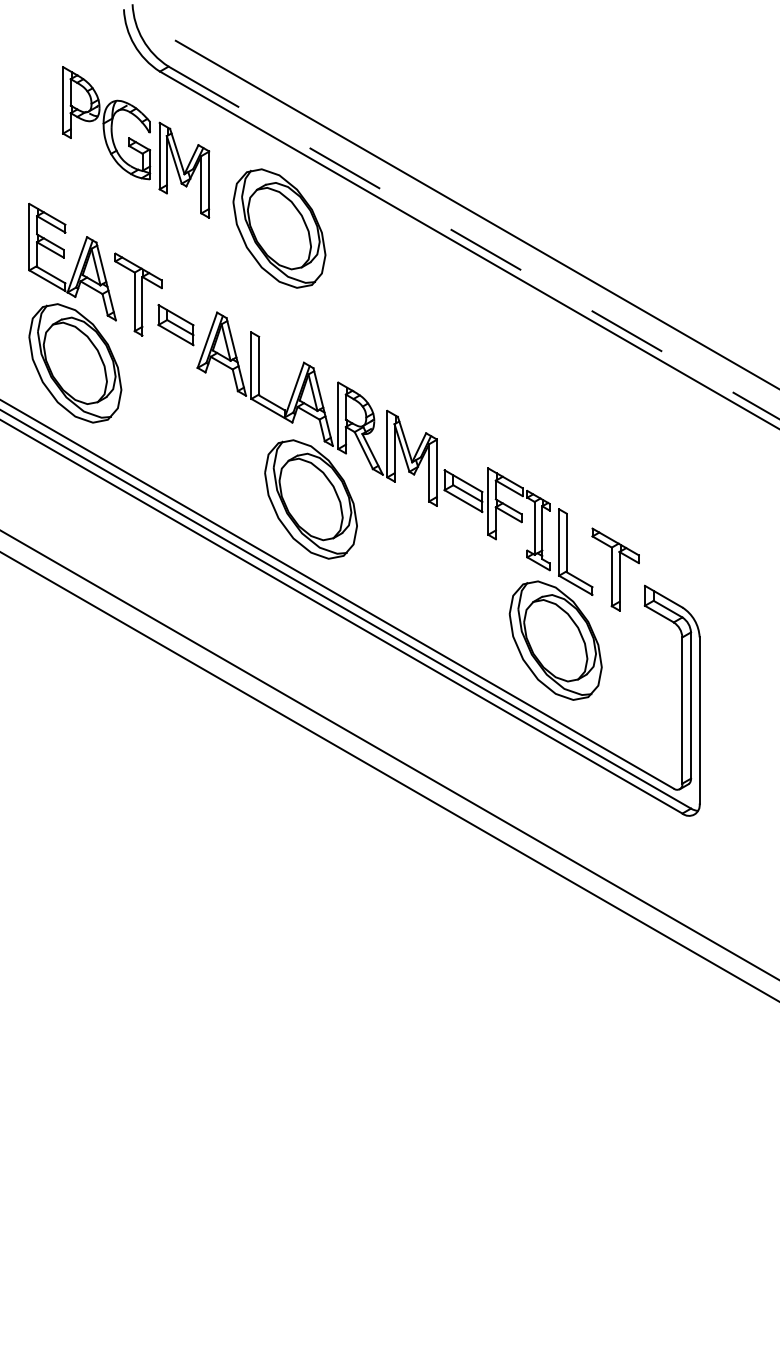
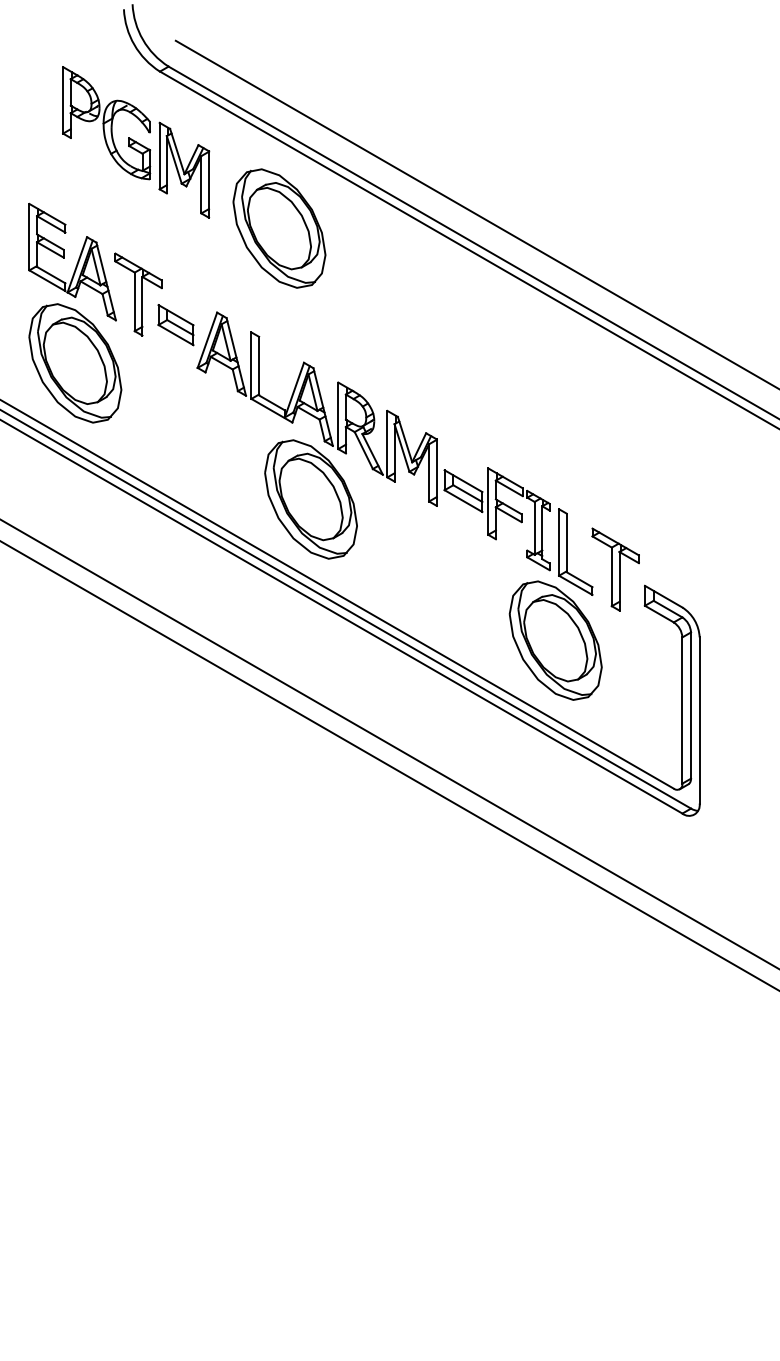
line at (474, 242): dashed -> solid
line at (389, 754) position: (389, 754) -> (389, 743)
line at (389, 776) position: (389, 776) -> (389, 765)
